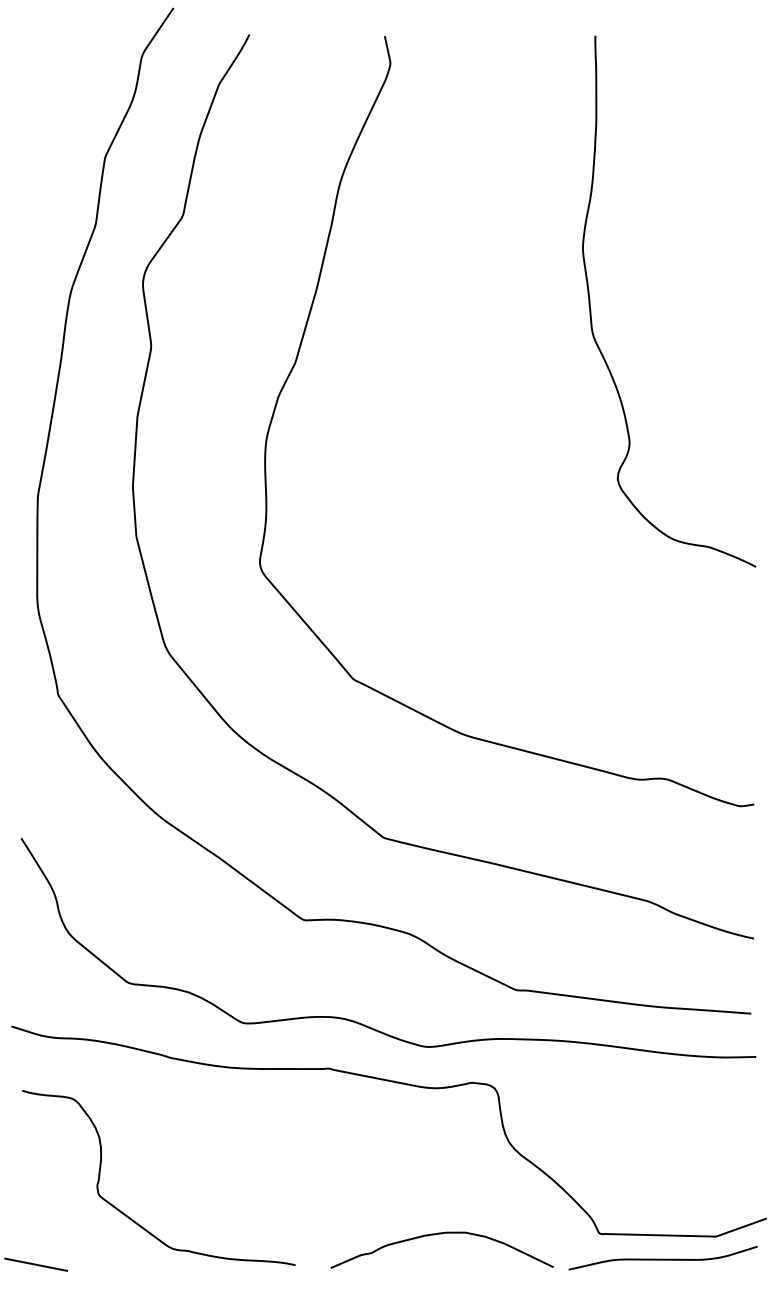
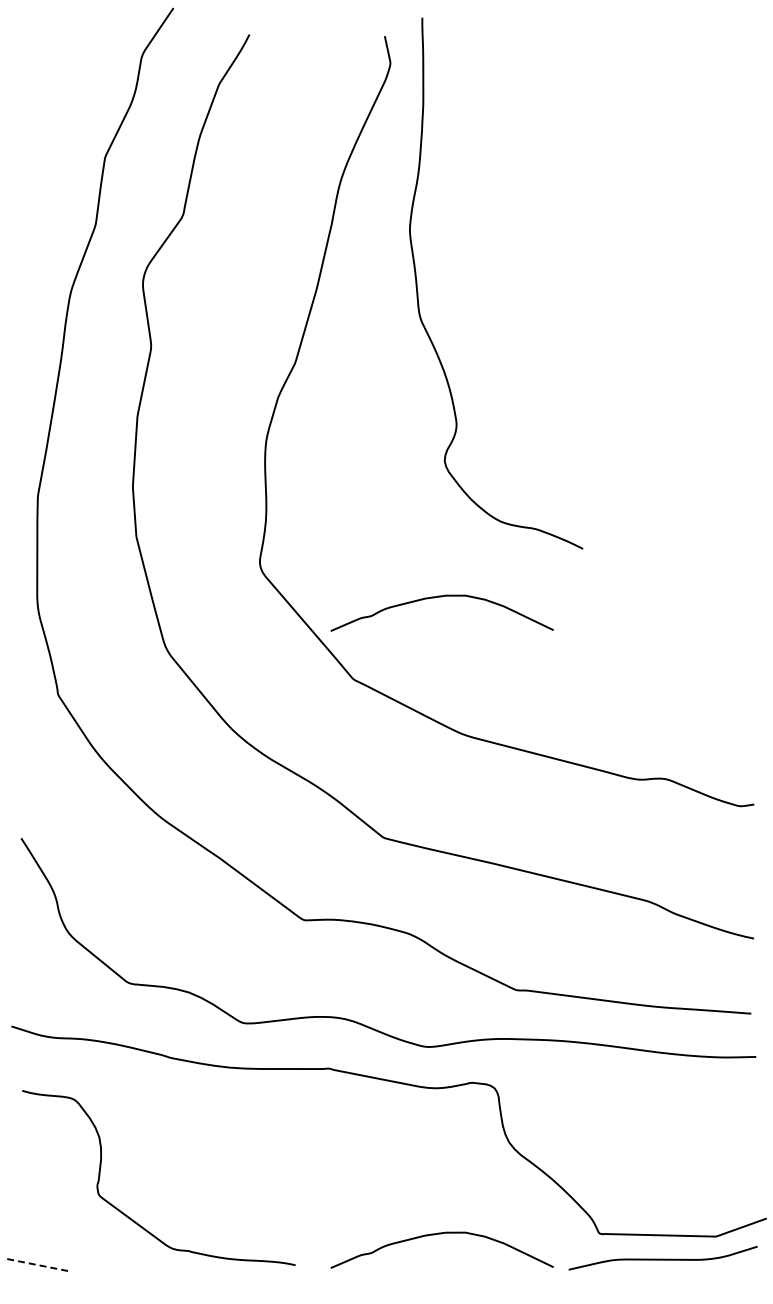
curve at (591, 309) position: (591, 309) -> (418, 291)
curve at (441, 597): none -> present
line at (35, 1264): solid -> dashed
